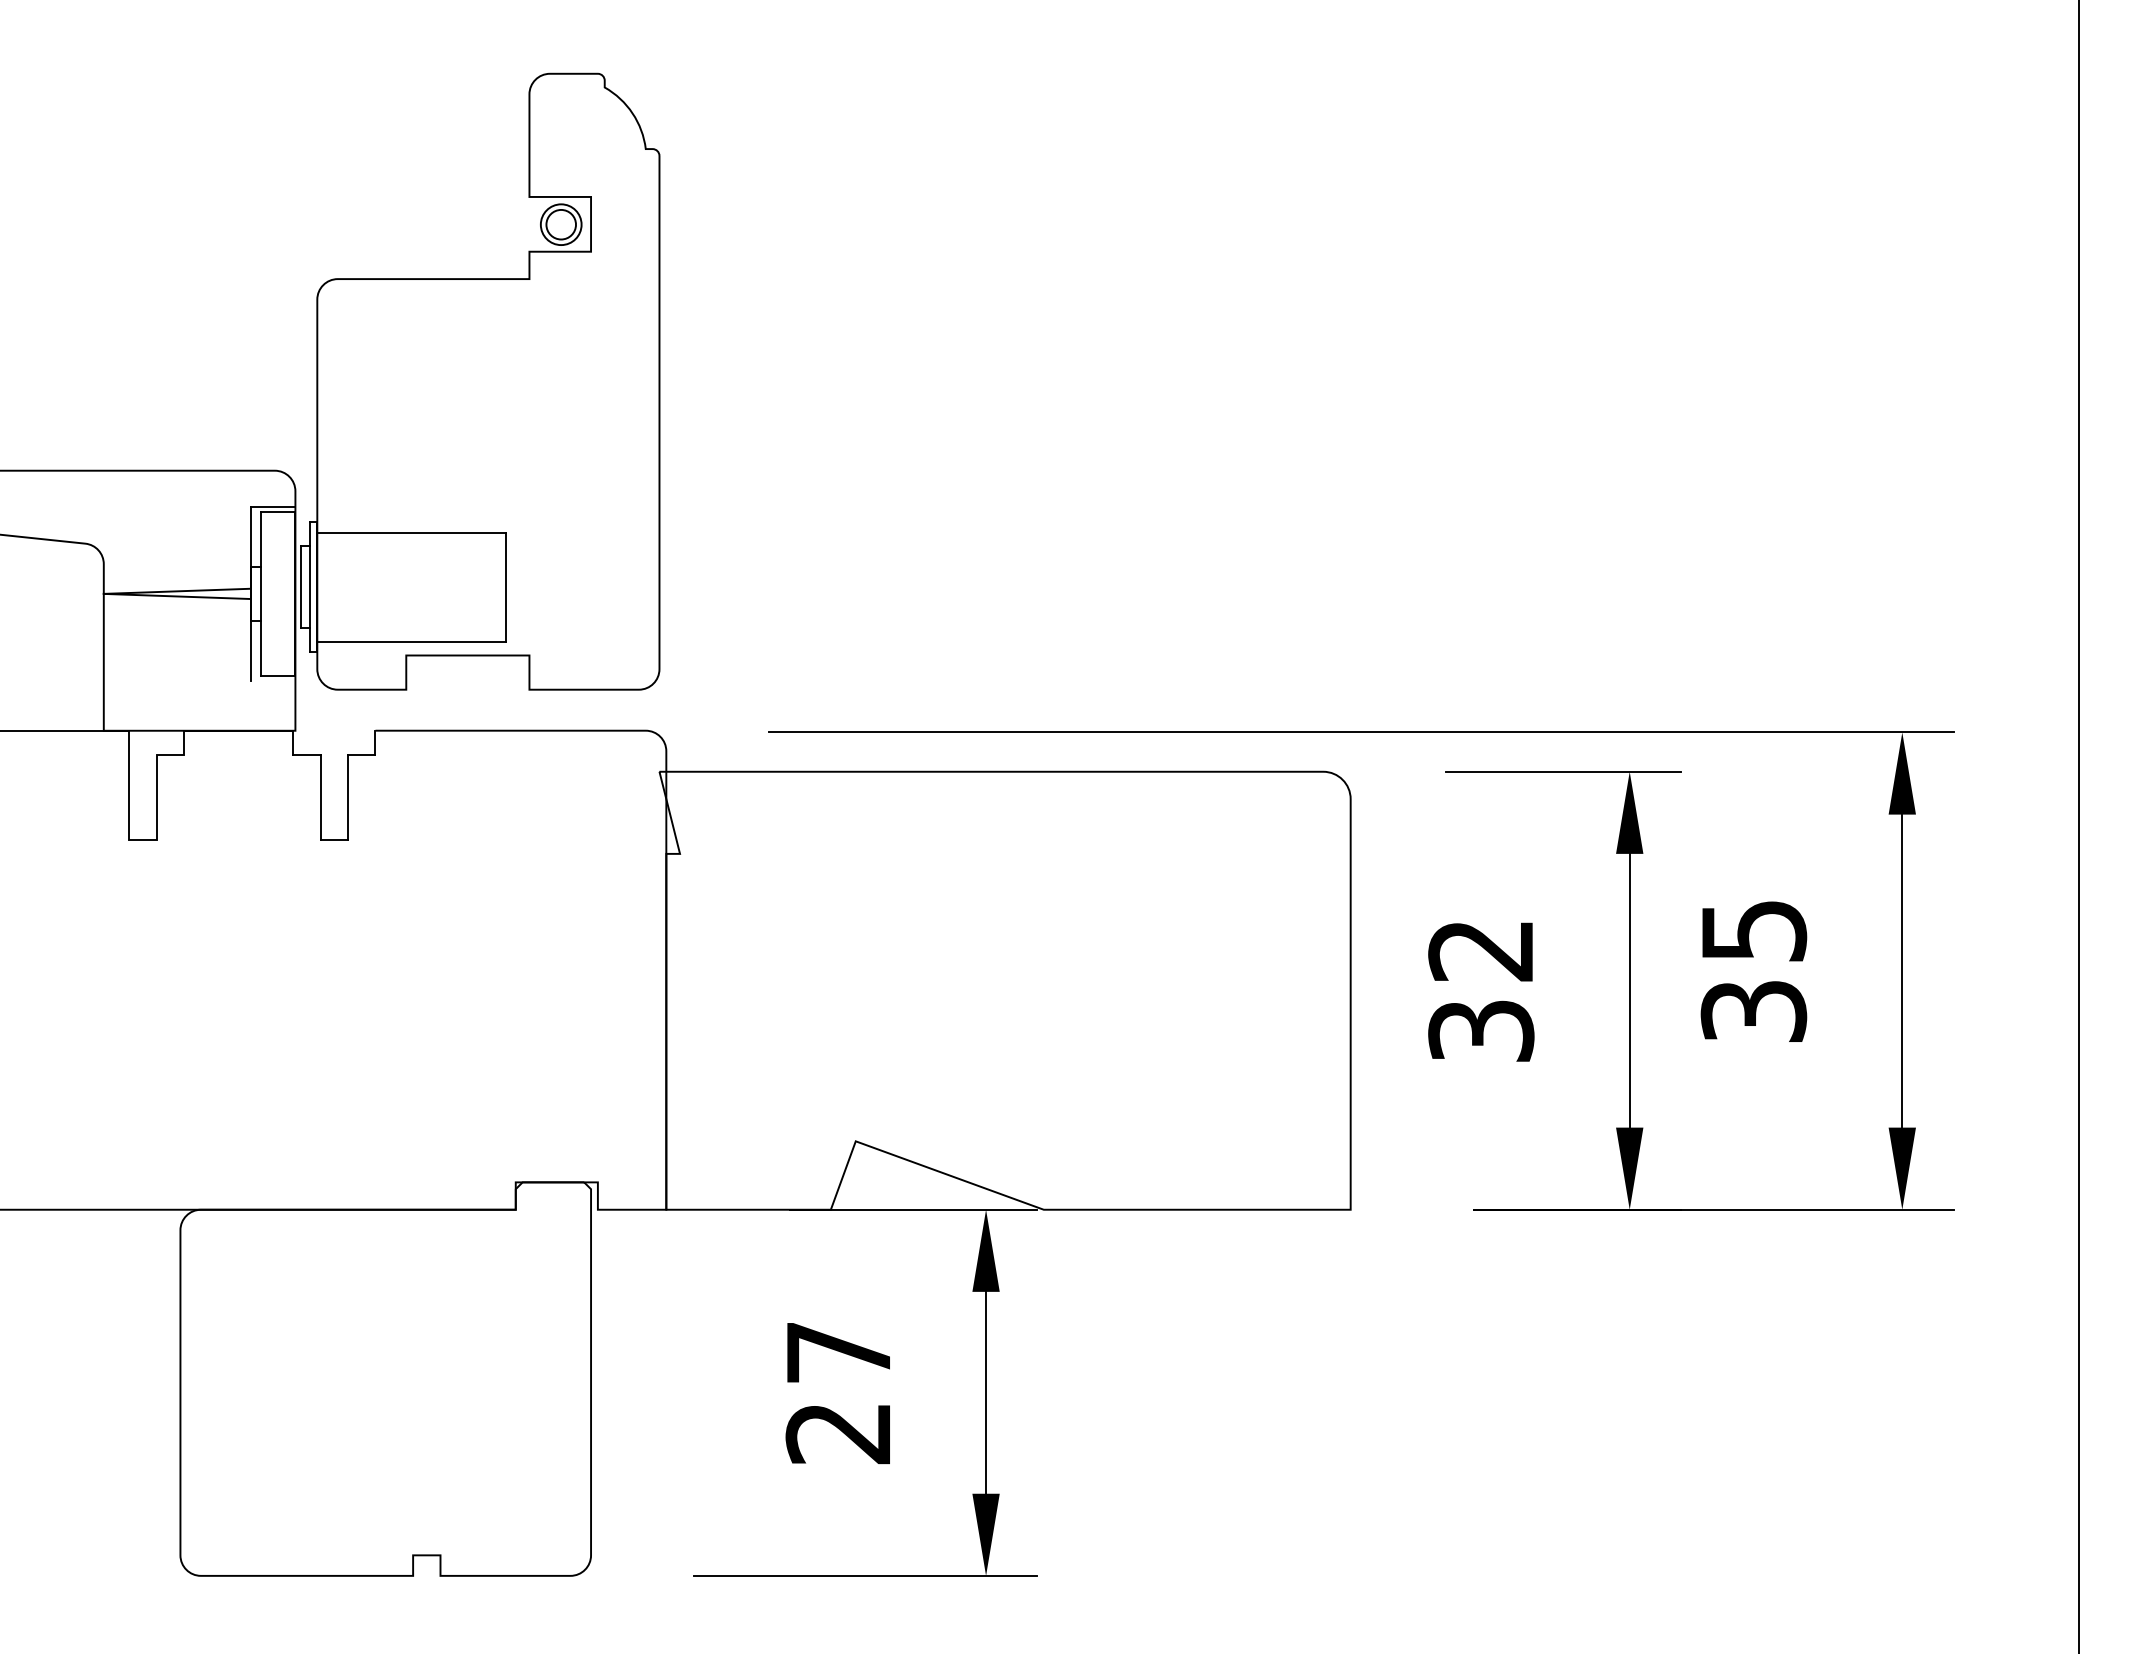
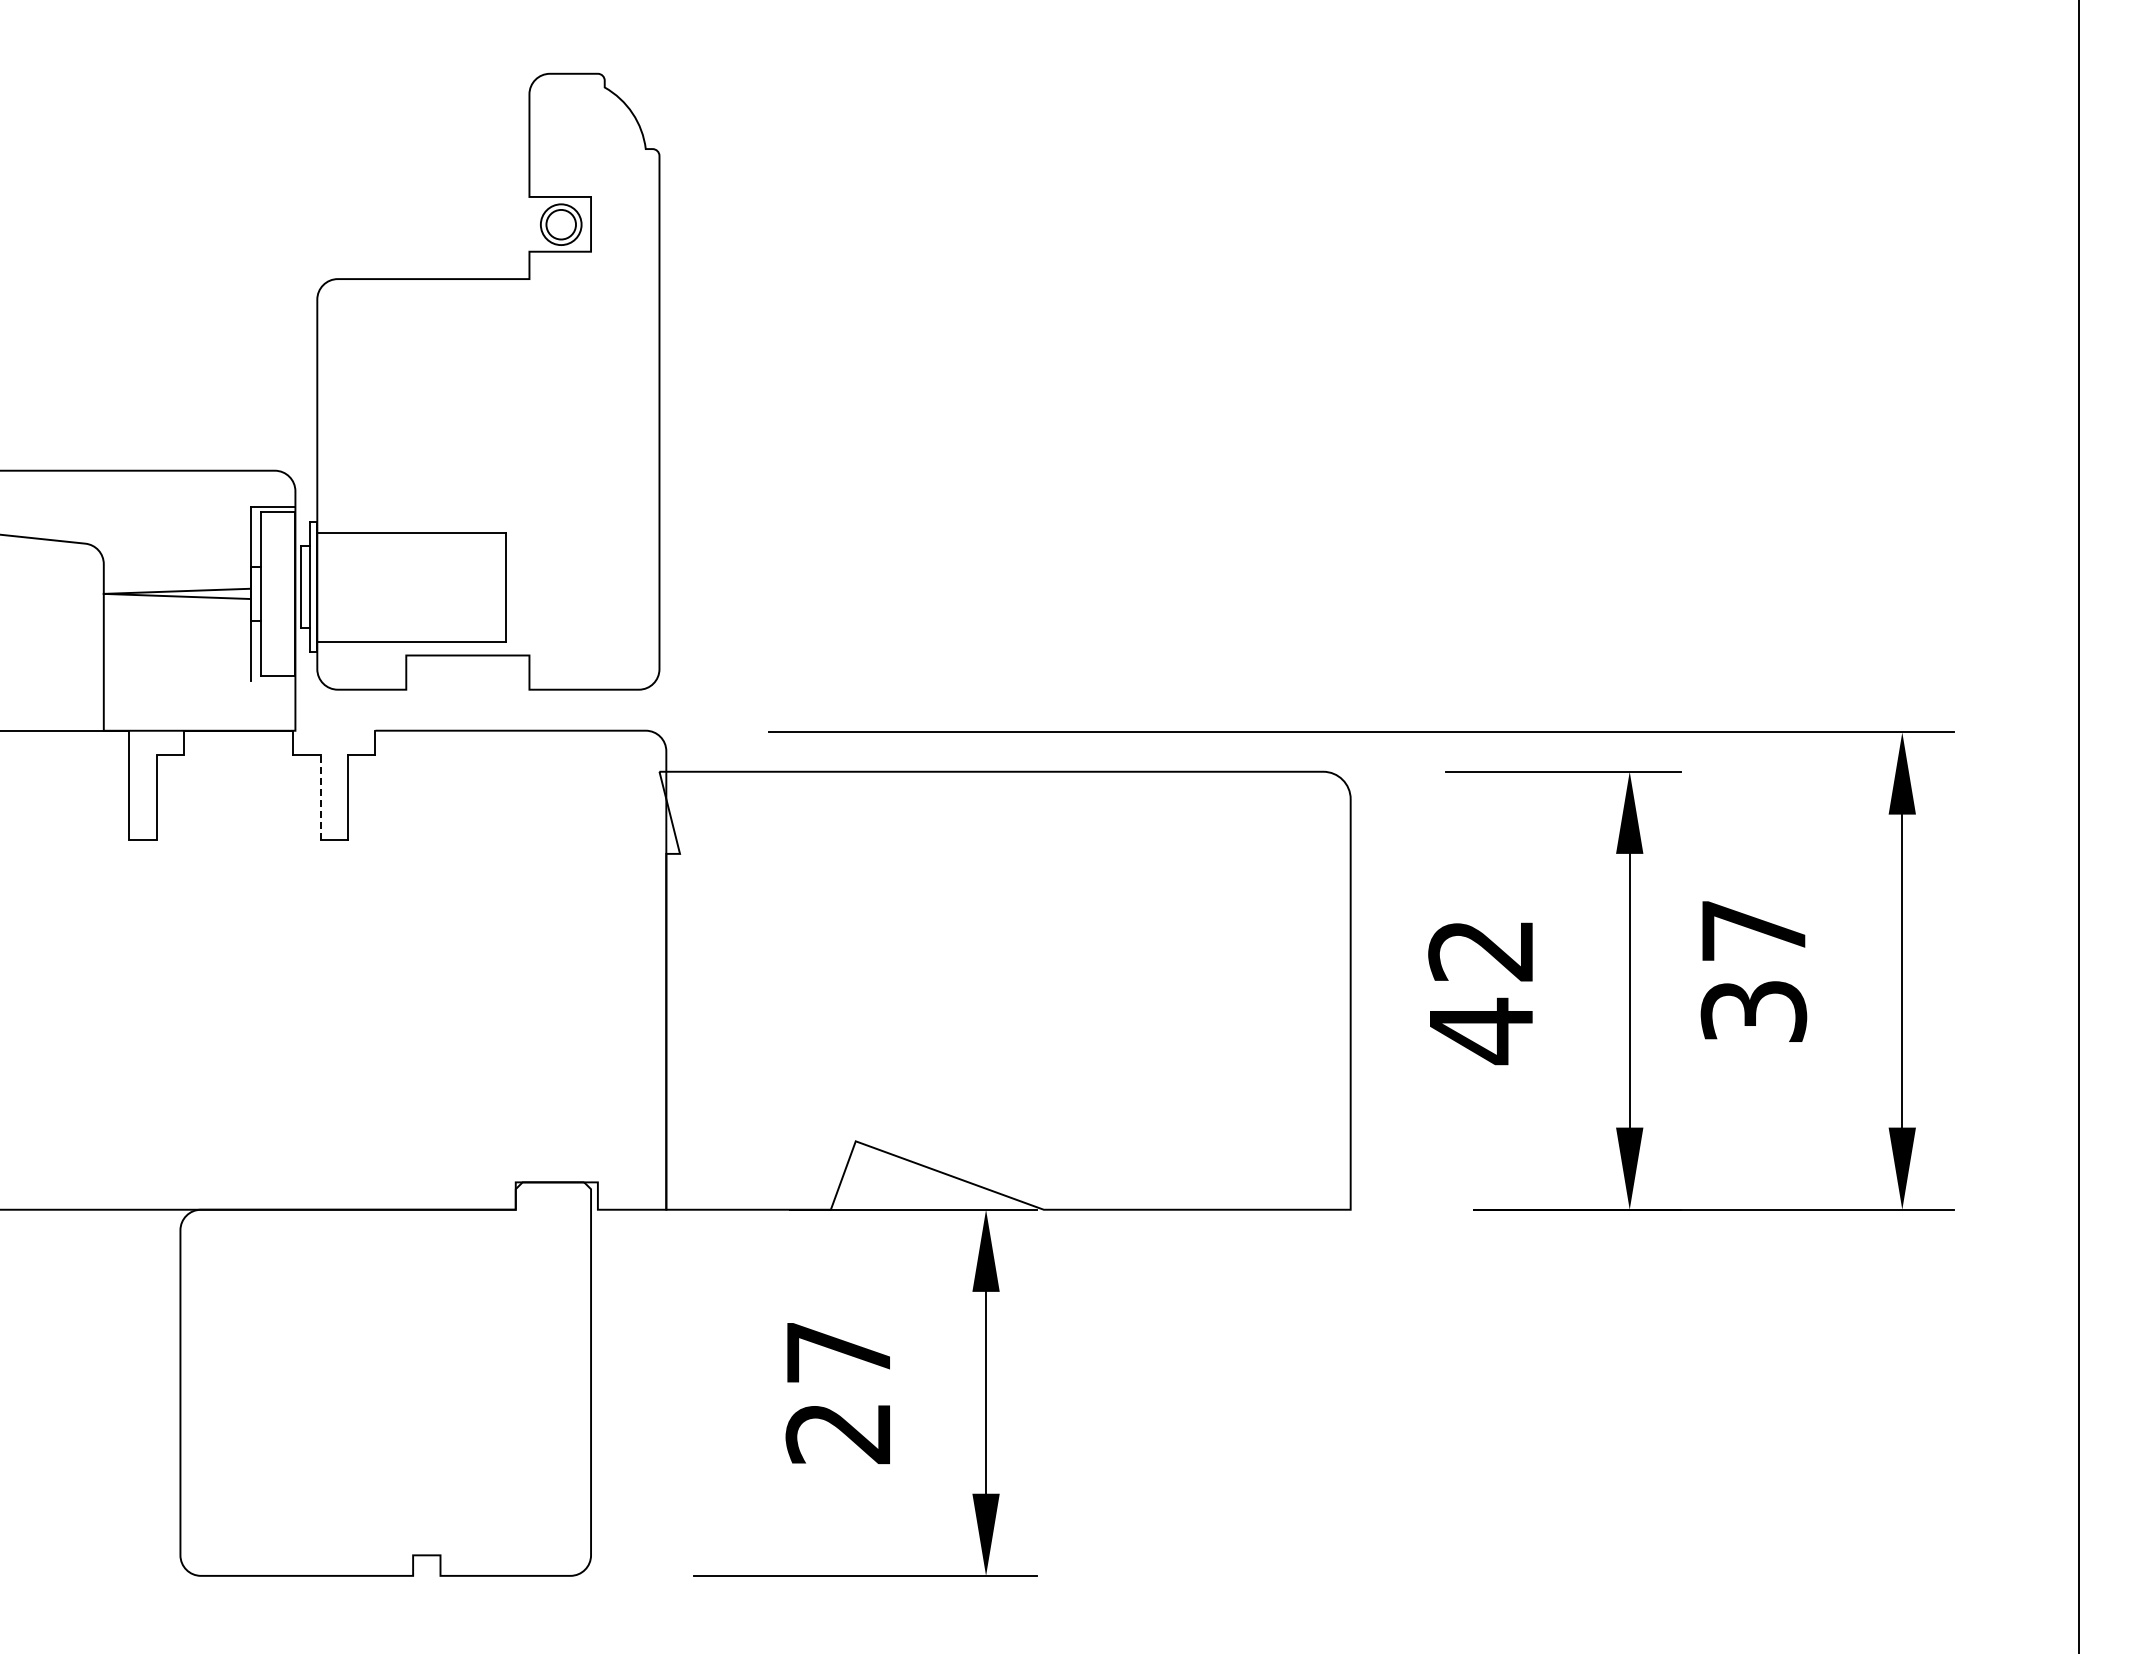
line at (320, 797): solid -> dashed
text at (1754, 931): 35 -> 37
text at (1481, 1031): 32 -> 42
